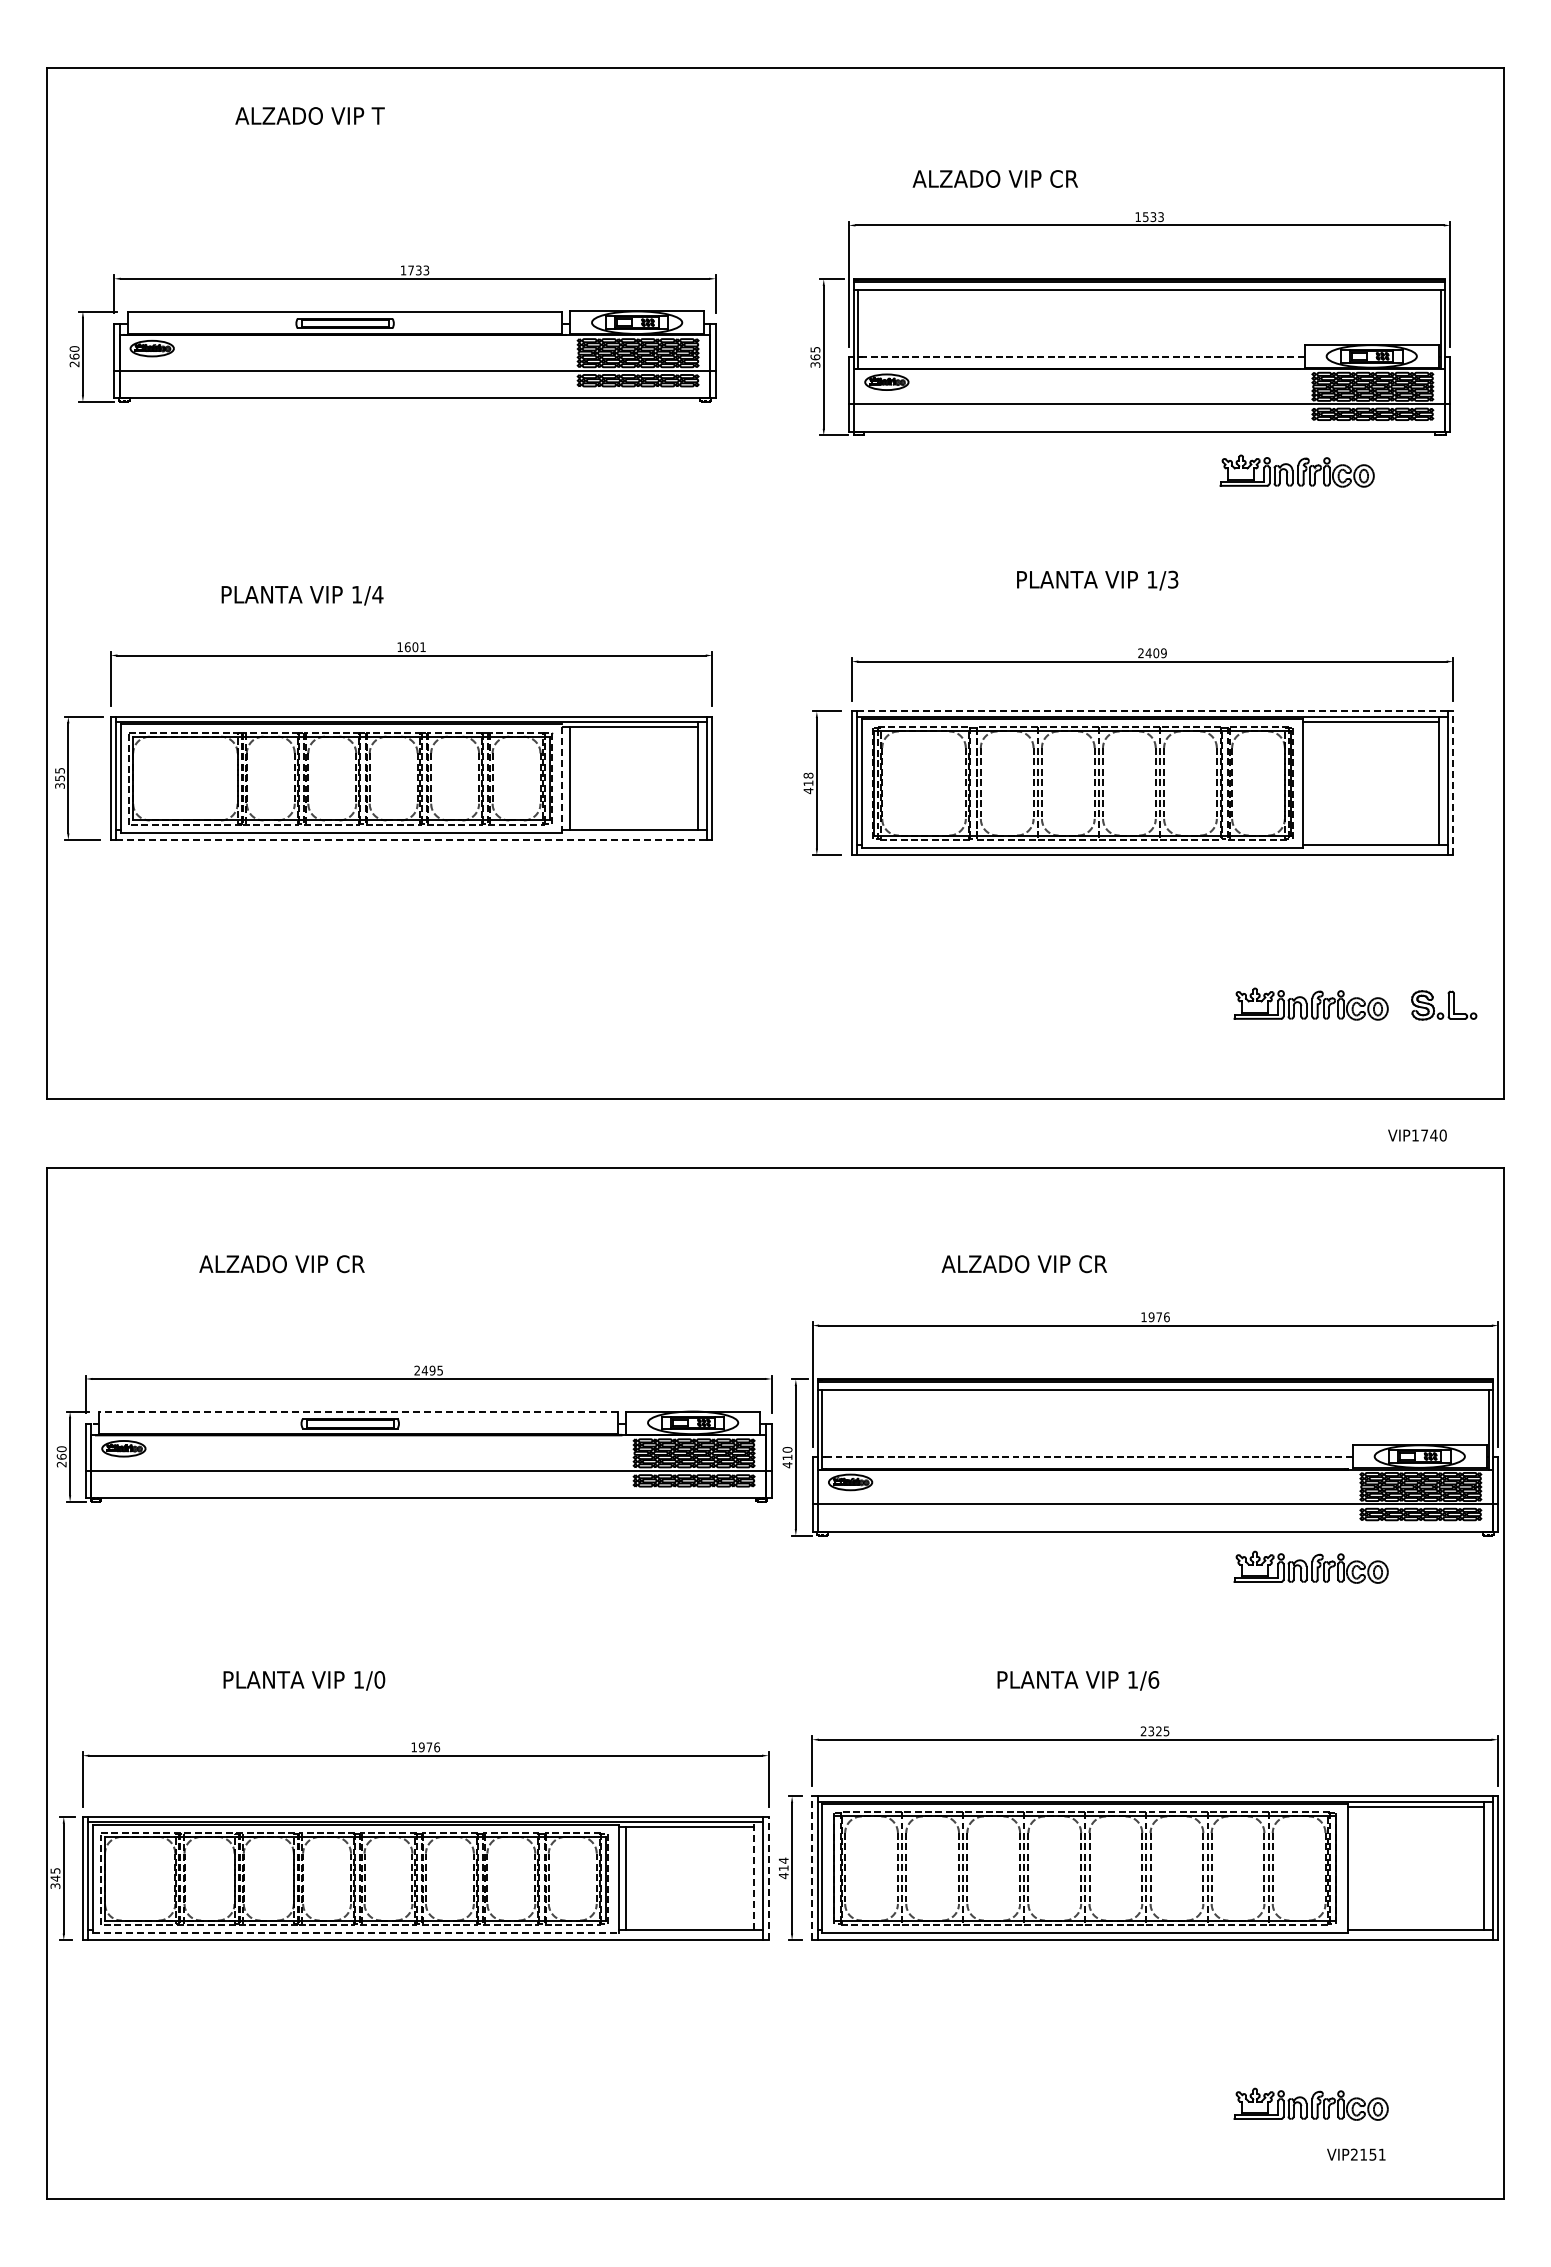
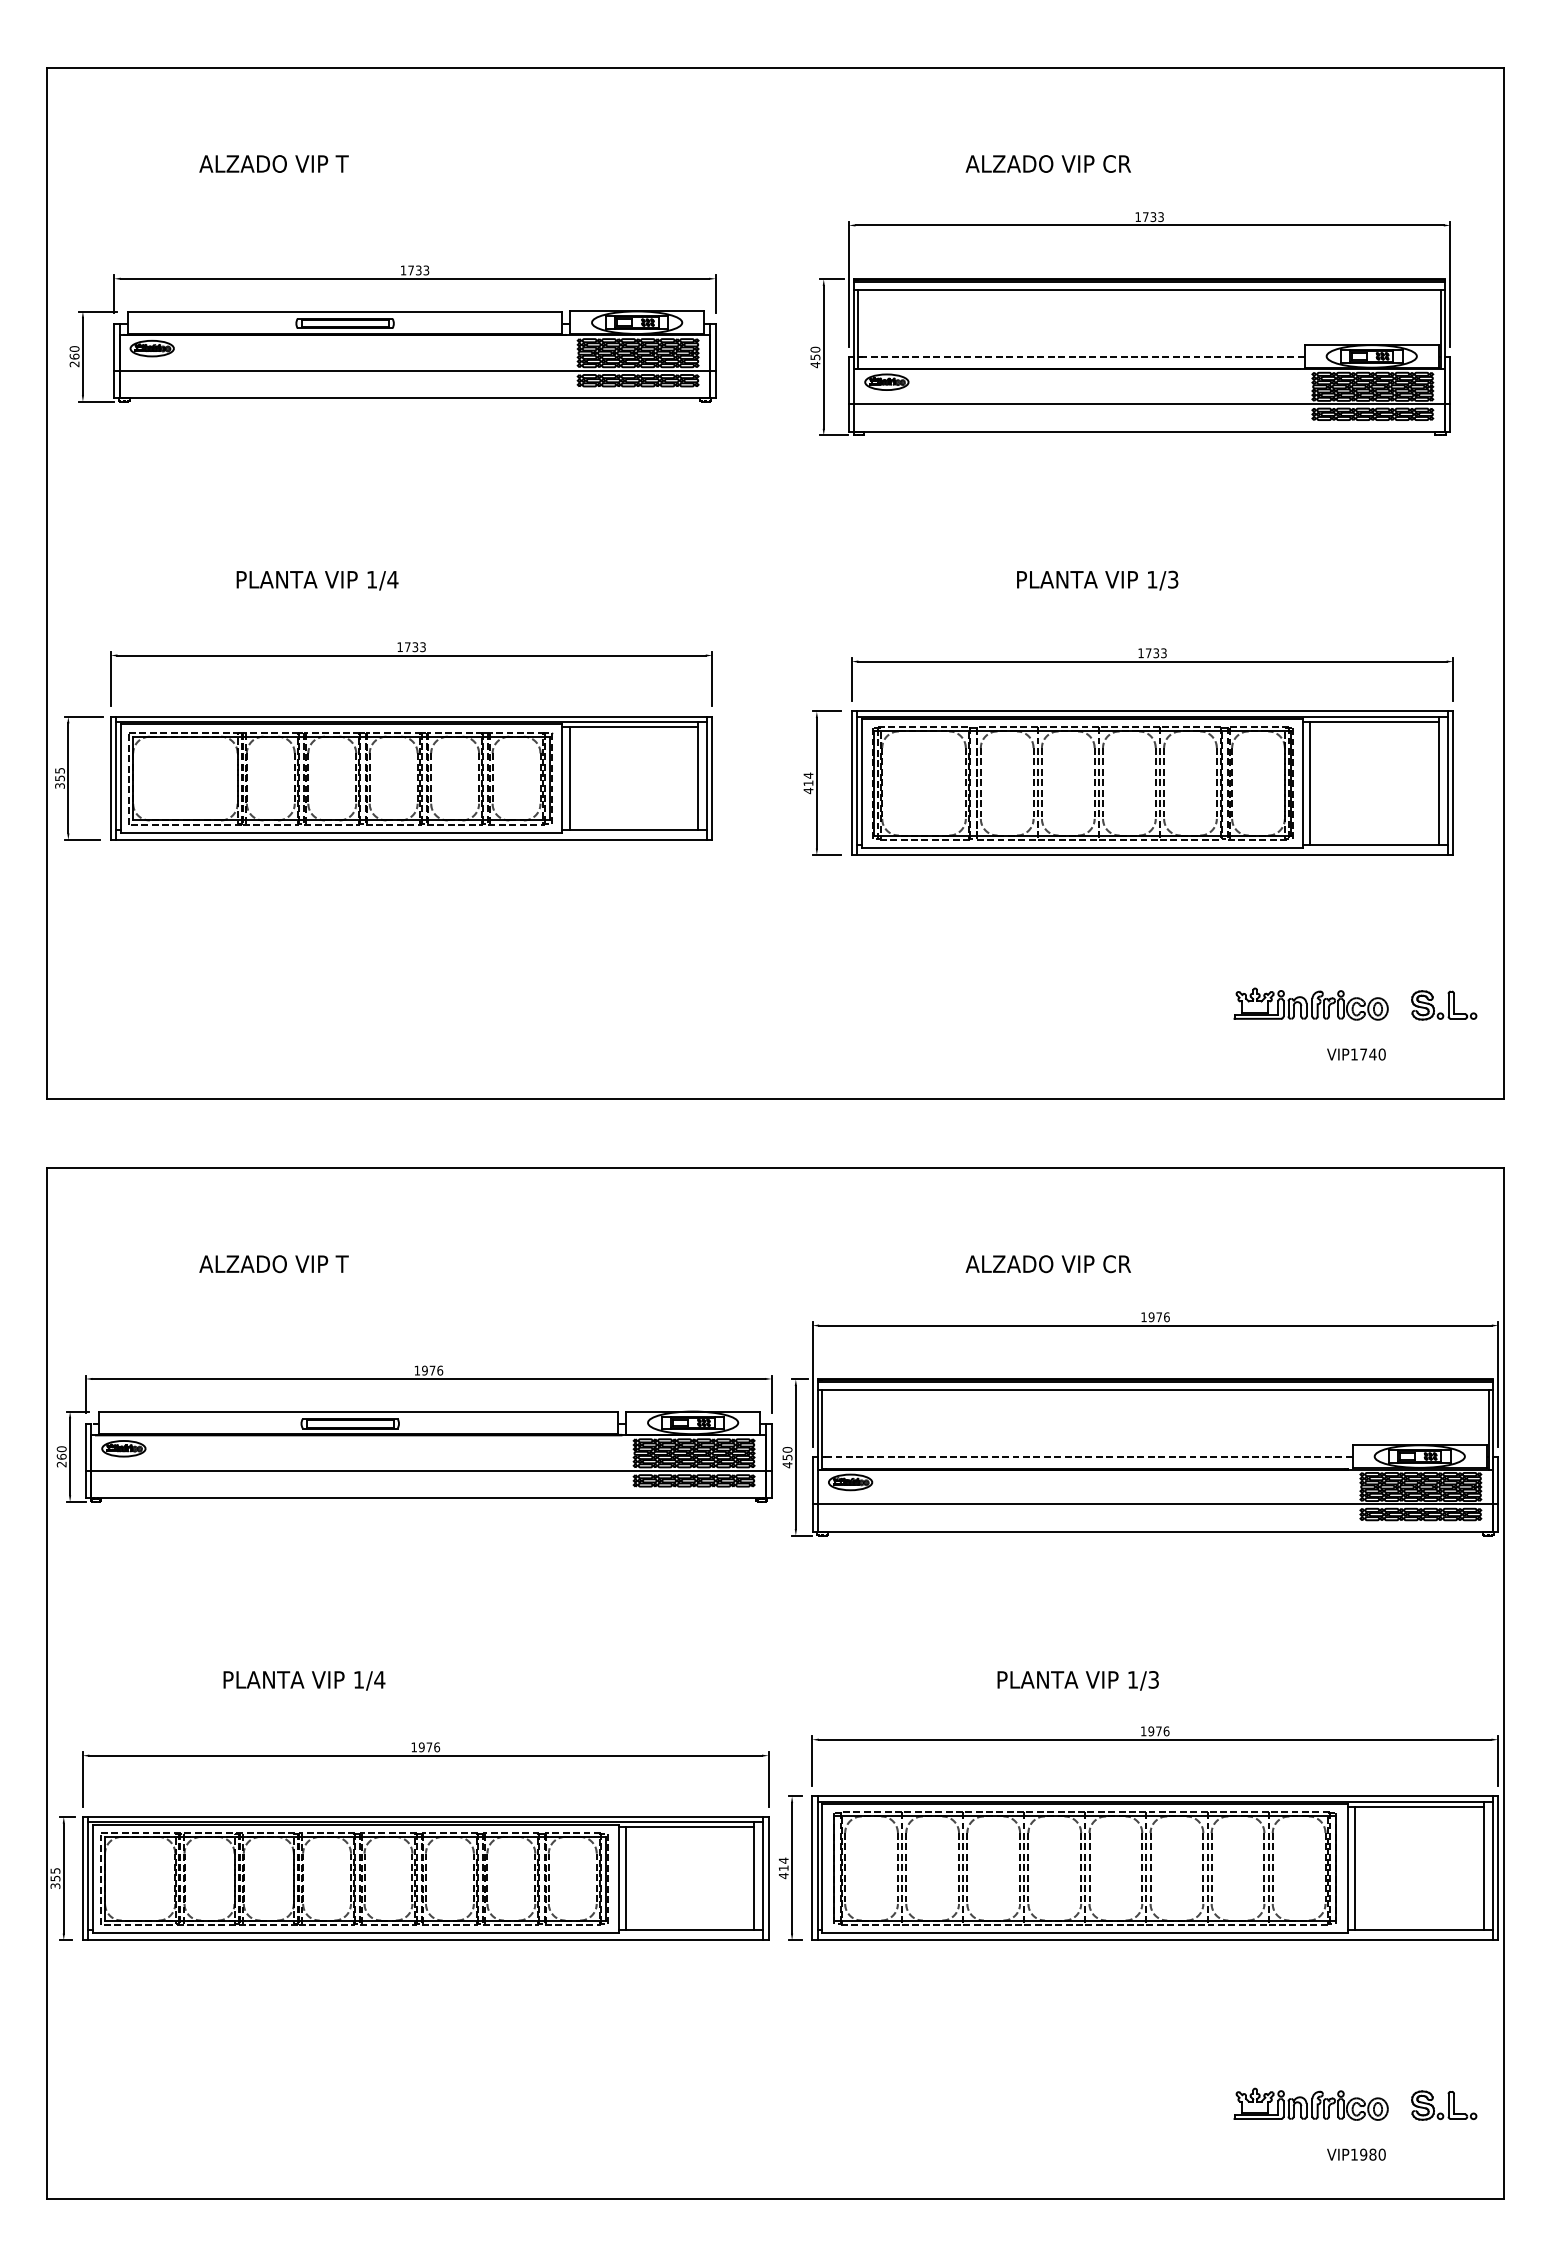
text at (309, 115) position: (309, 115) -> (273, 163)
text at (994, 178) position: (994, 178) -> (1047, 163)
text at (1145, 217): 1533 -> 1733
text at (815, 357): 365 -> 450
part at (1296, 470): present -> none
text at (302, 595) position: (302, 595) -> (317, 580)
text at (414, 647): 1601 -> 1733
text at (1152, 653): 2409 -> 1733
line at (1153, 711): dashed -> solid
text at (808, 775): 418 -> 414
line at (562, 778): dashed -> solid
line at (1310, 783): none -> present
line at (1453, 783): dashed -> solid
line at (412, 840): dashed -> solid
text at (1417, 1135) position: (1417, 1135) -> (1356, 1054)
text at (349, 1264): ALZADO VIP CR -> ALZADO VIP T
text at (1023, 1264) position: (1023, 1264) -> (1047, 1264)
text at (428, 1370): 2495 -> 1976
line at (358, 1411): dashed -> solid
text at (787, 1457): 410 -> 450
part at (1310, 1566): present -> none
text at (379, 1679): 1/0 -> 1/4
text at (1153, 1679): 1/6 -> 1/3
text at (1154, 1731): 2325 -> 1976
line at (812, 1868): dashed -> solid
line at (1355, 1868): none -> present
line at (754, 1875): dashed -> solid
text at (55, 1878): 345 -> 355
line at (768, 1878): dashed -> solid
line at (355, 1932): dashed -> solid
part at (1444, 2105): none -> present
text at (1368, 2154): VIP2151 -> VIP1980
